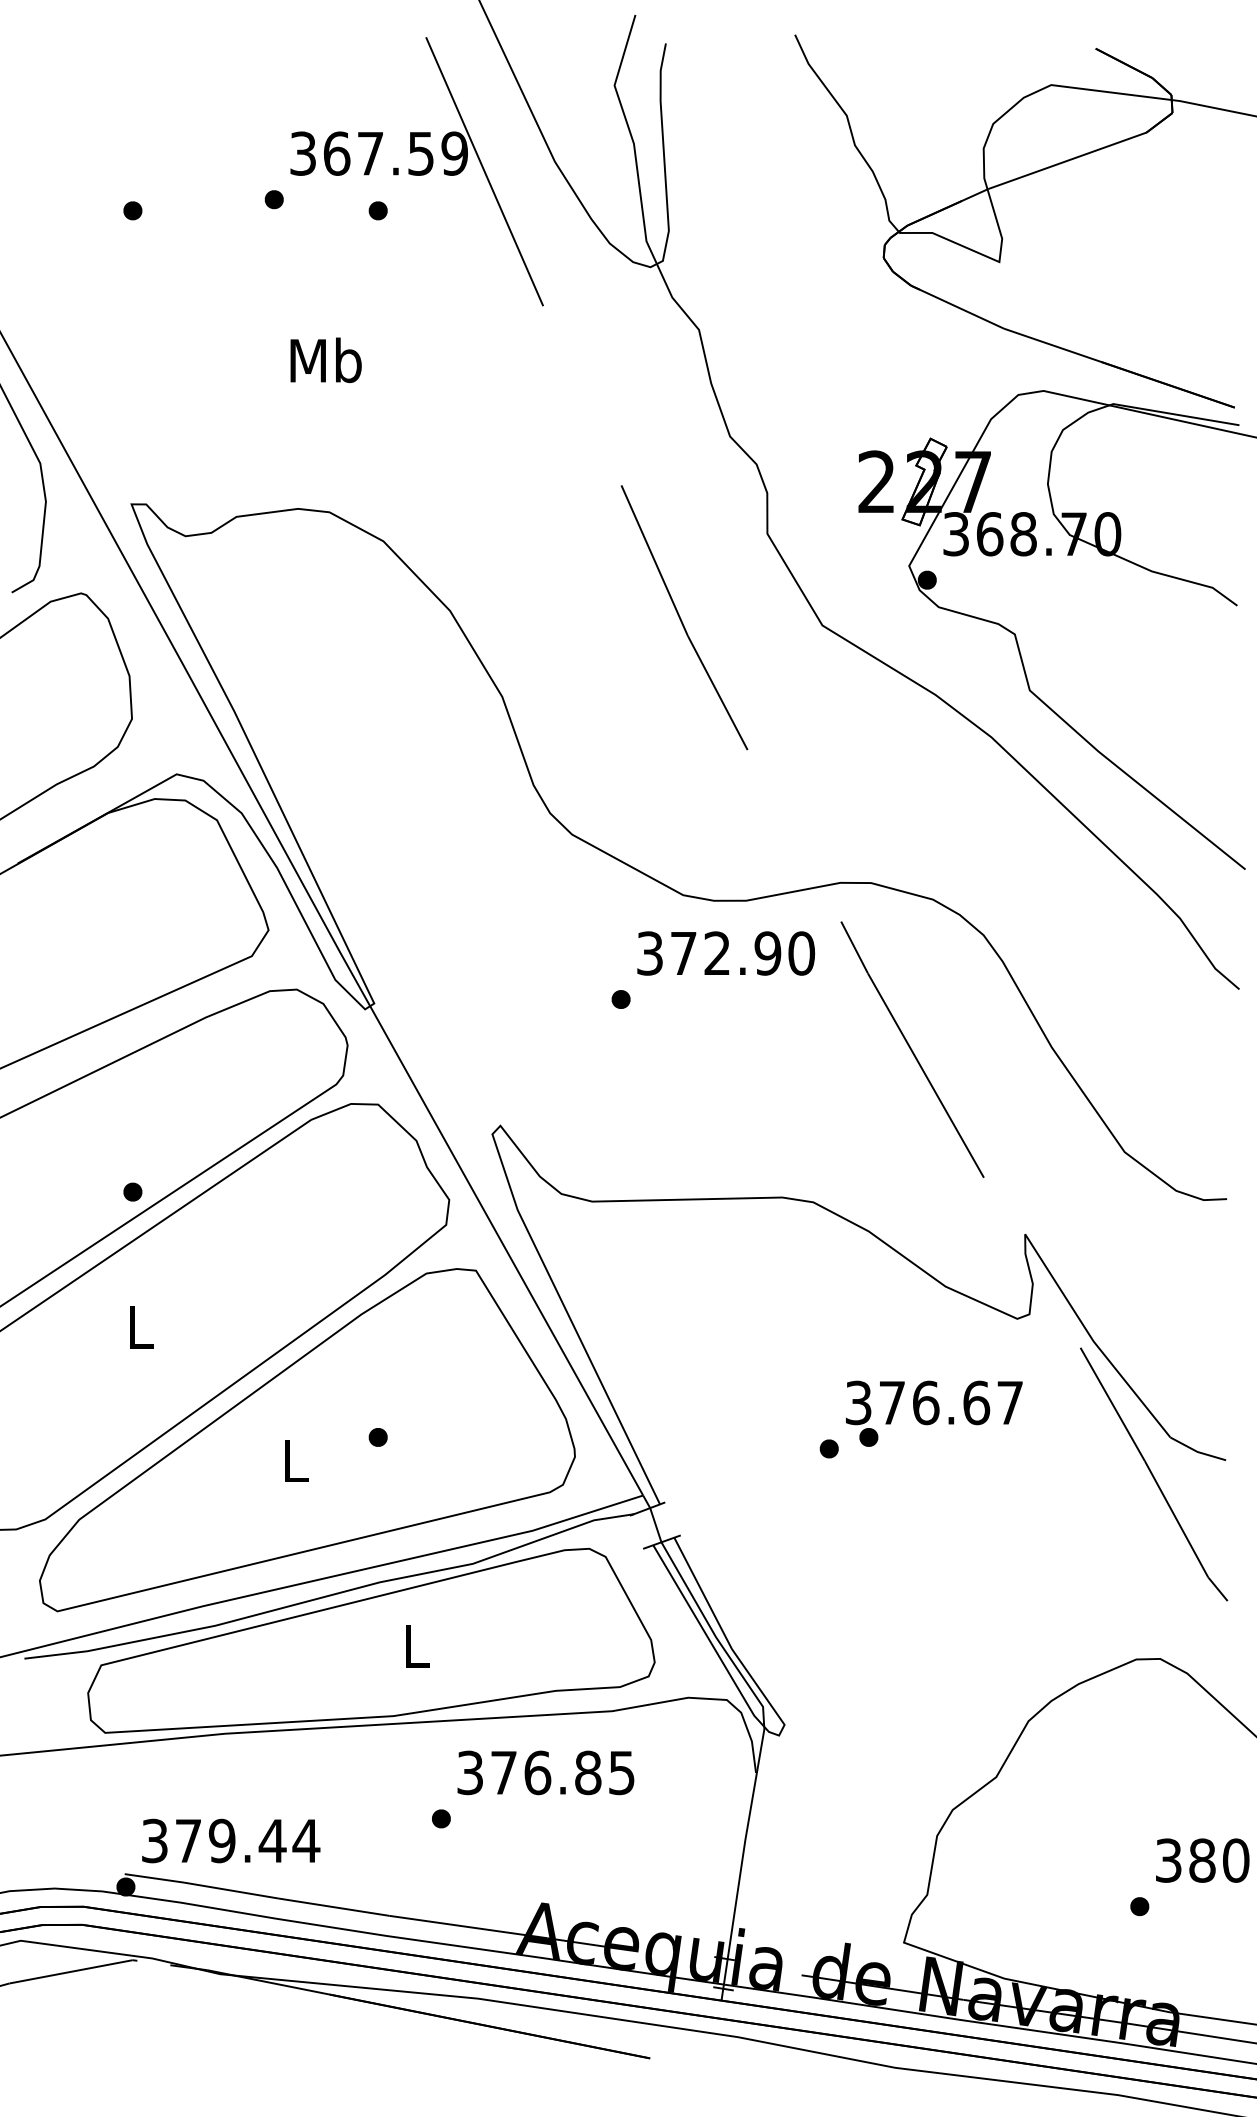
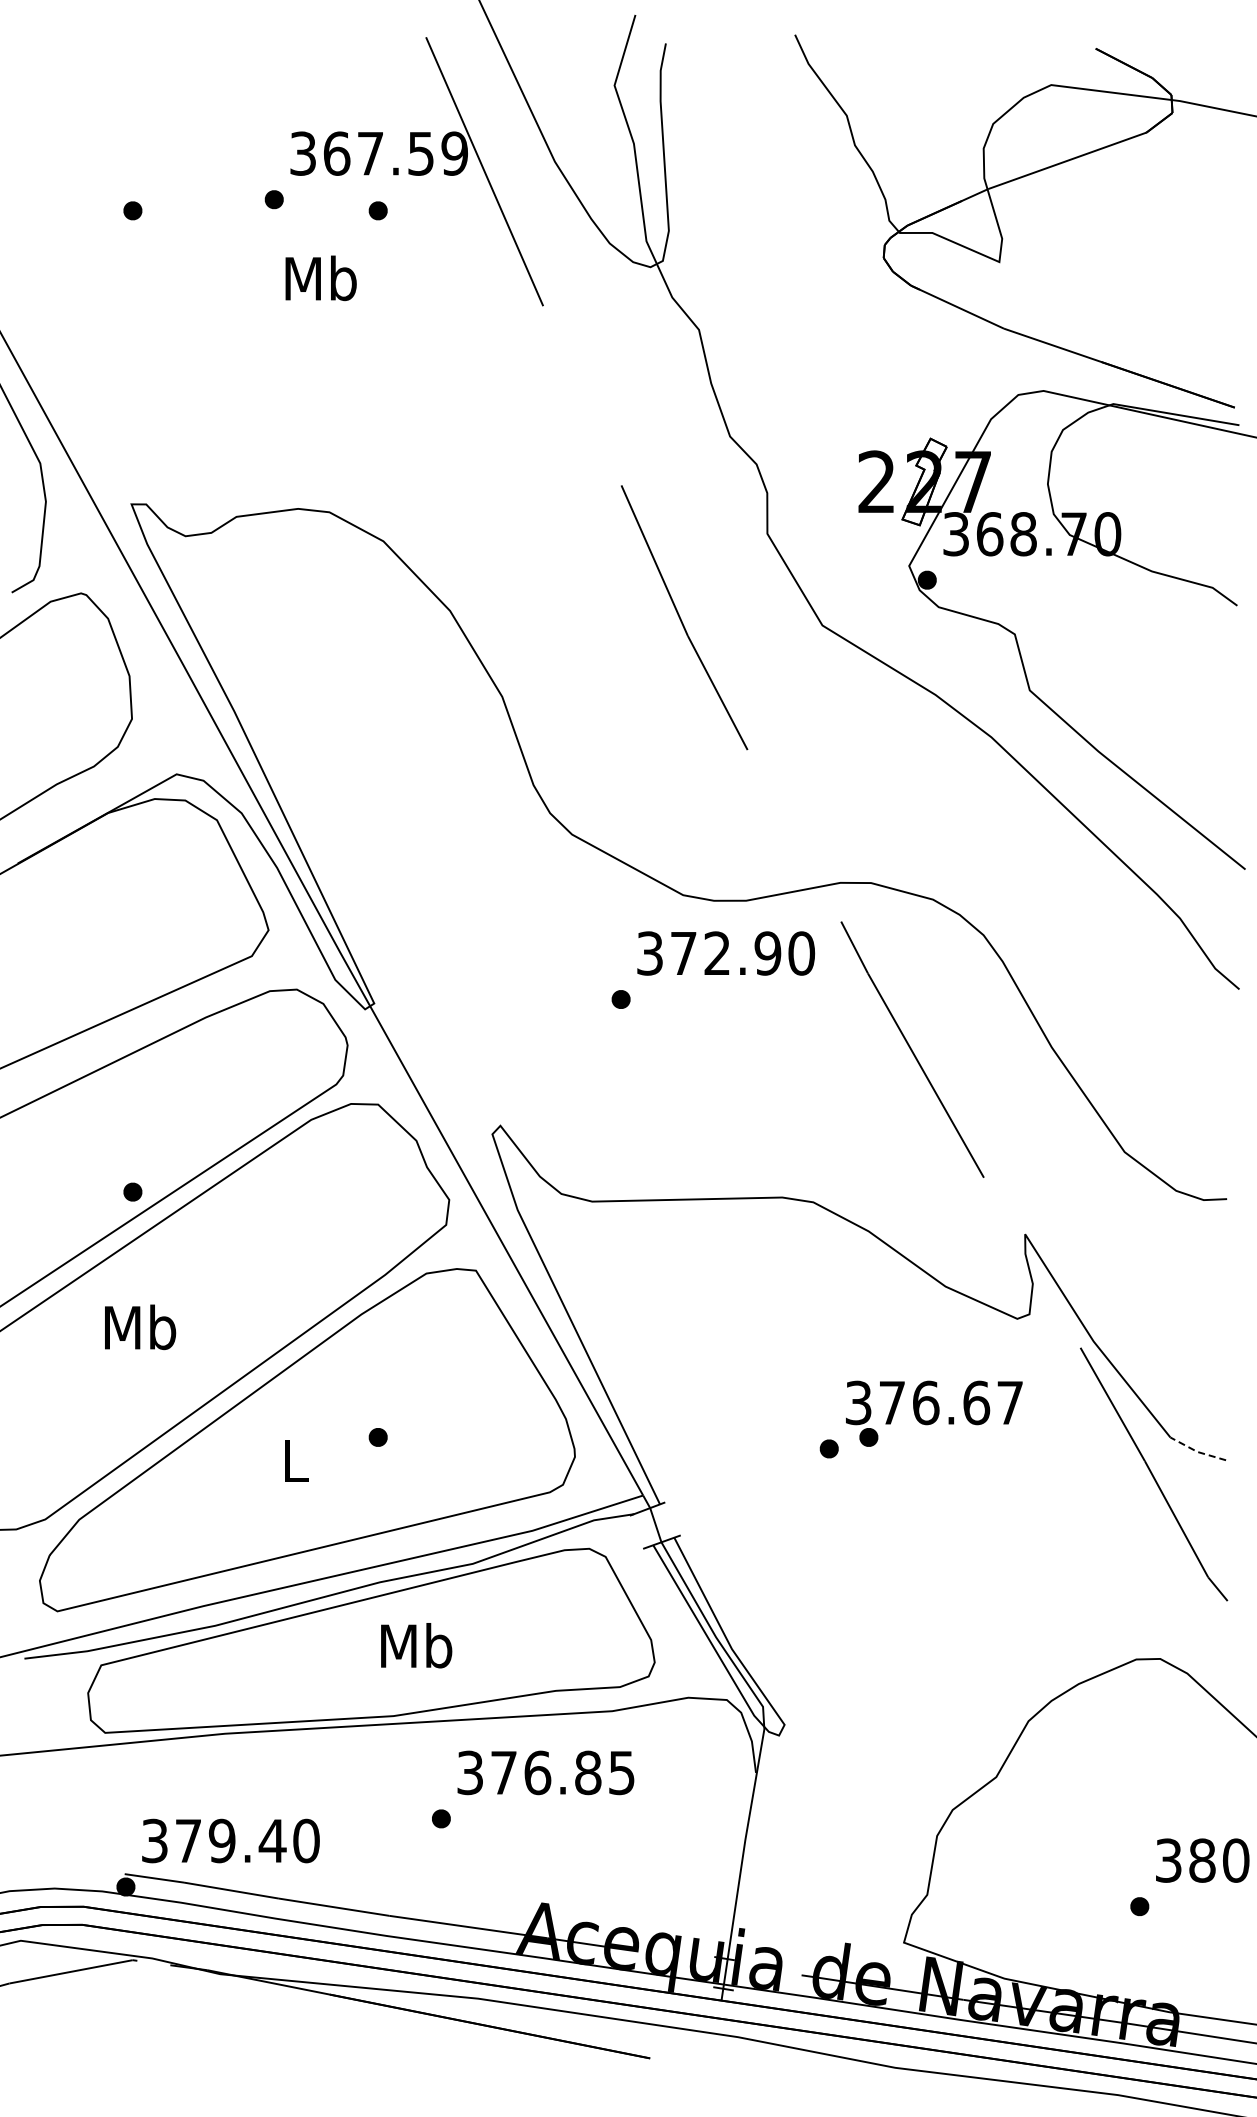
text at (325, 360) position: (325, 360) -> (320, 278)
text at (140, 1327): L -> Mb
line at (1197, 1452): solid -> dashed
text at (416, 1645): L -> Mb
text at (306, 1840): 379.44 -> 379.40
